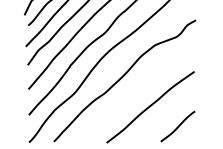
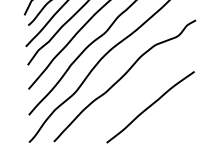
curve at (177, 126): present -> none
